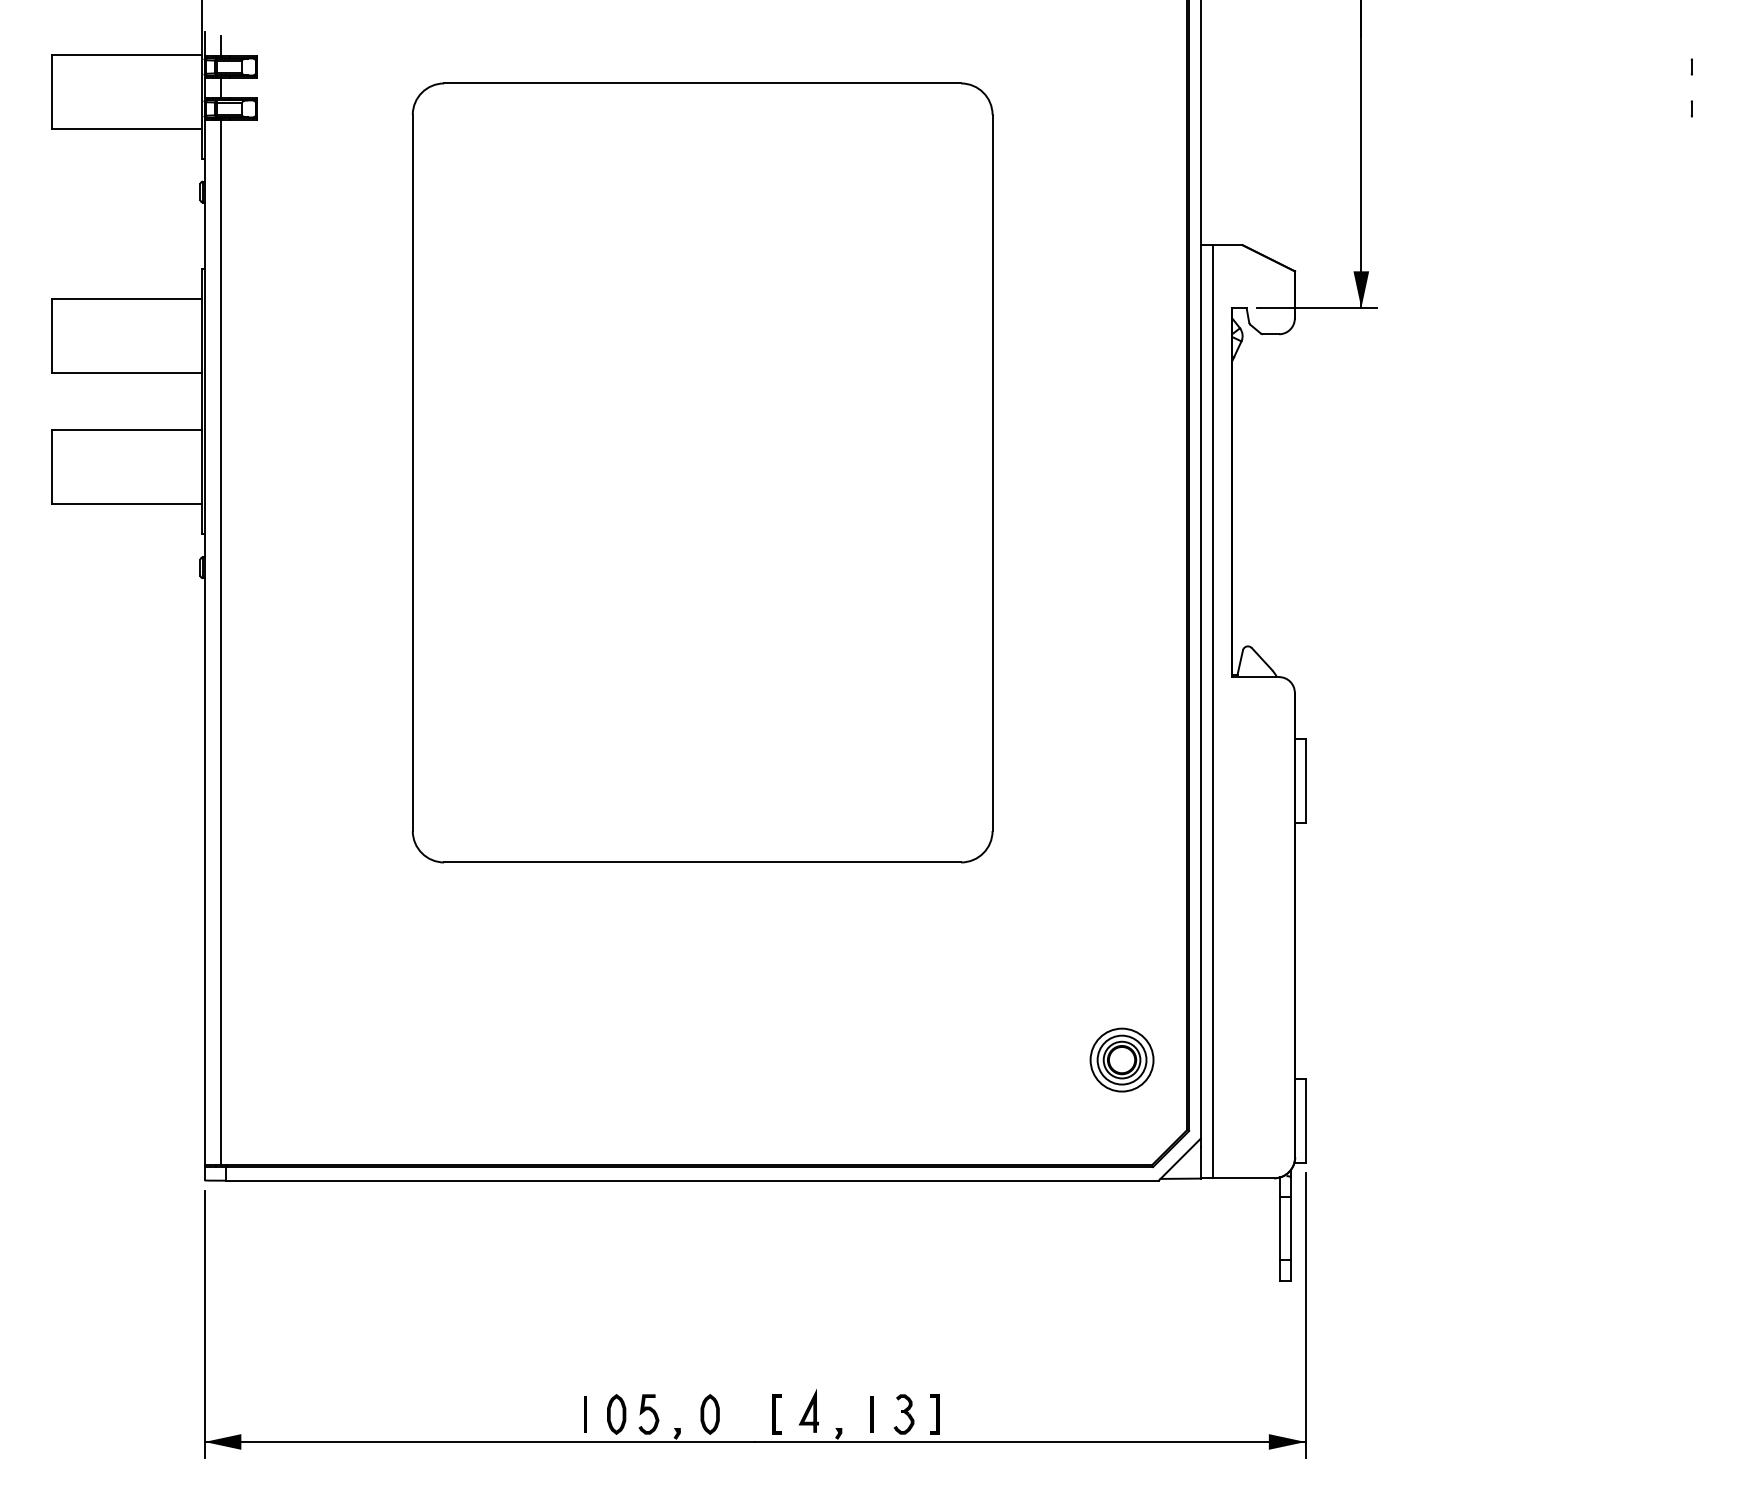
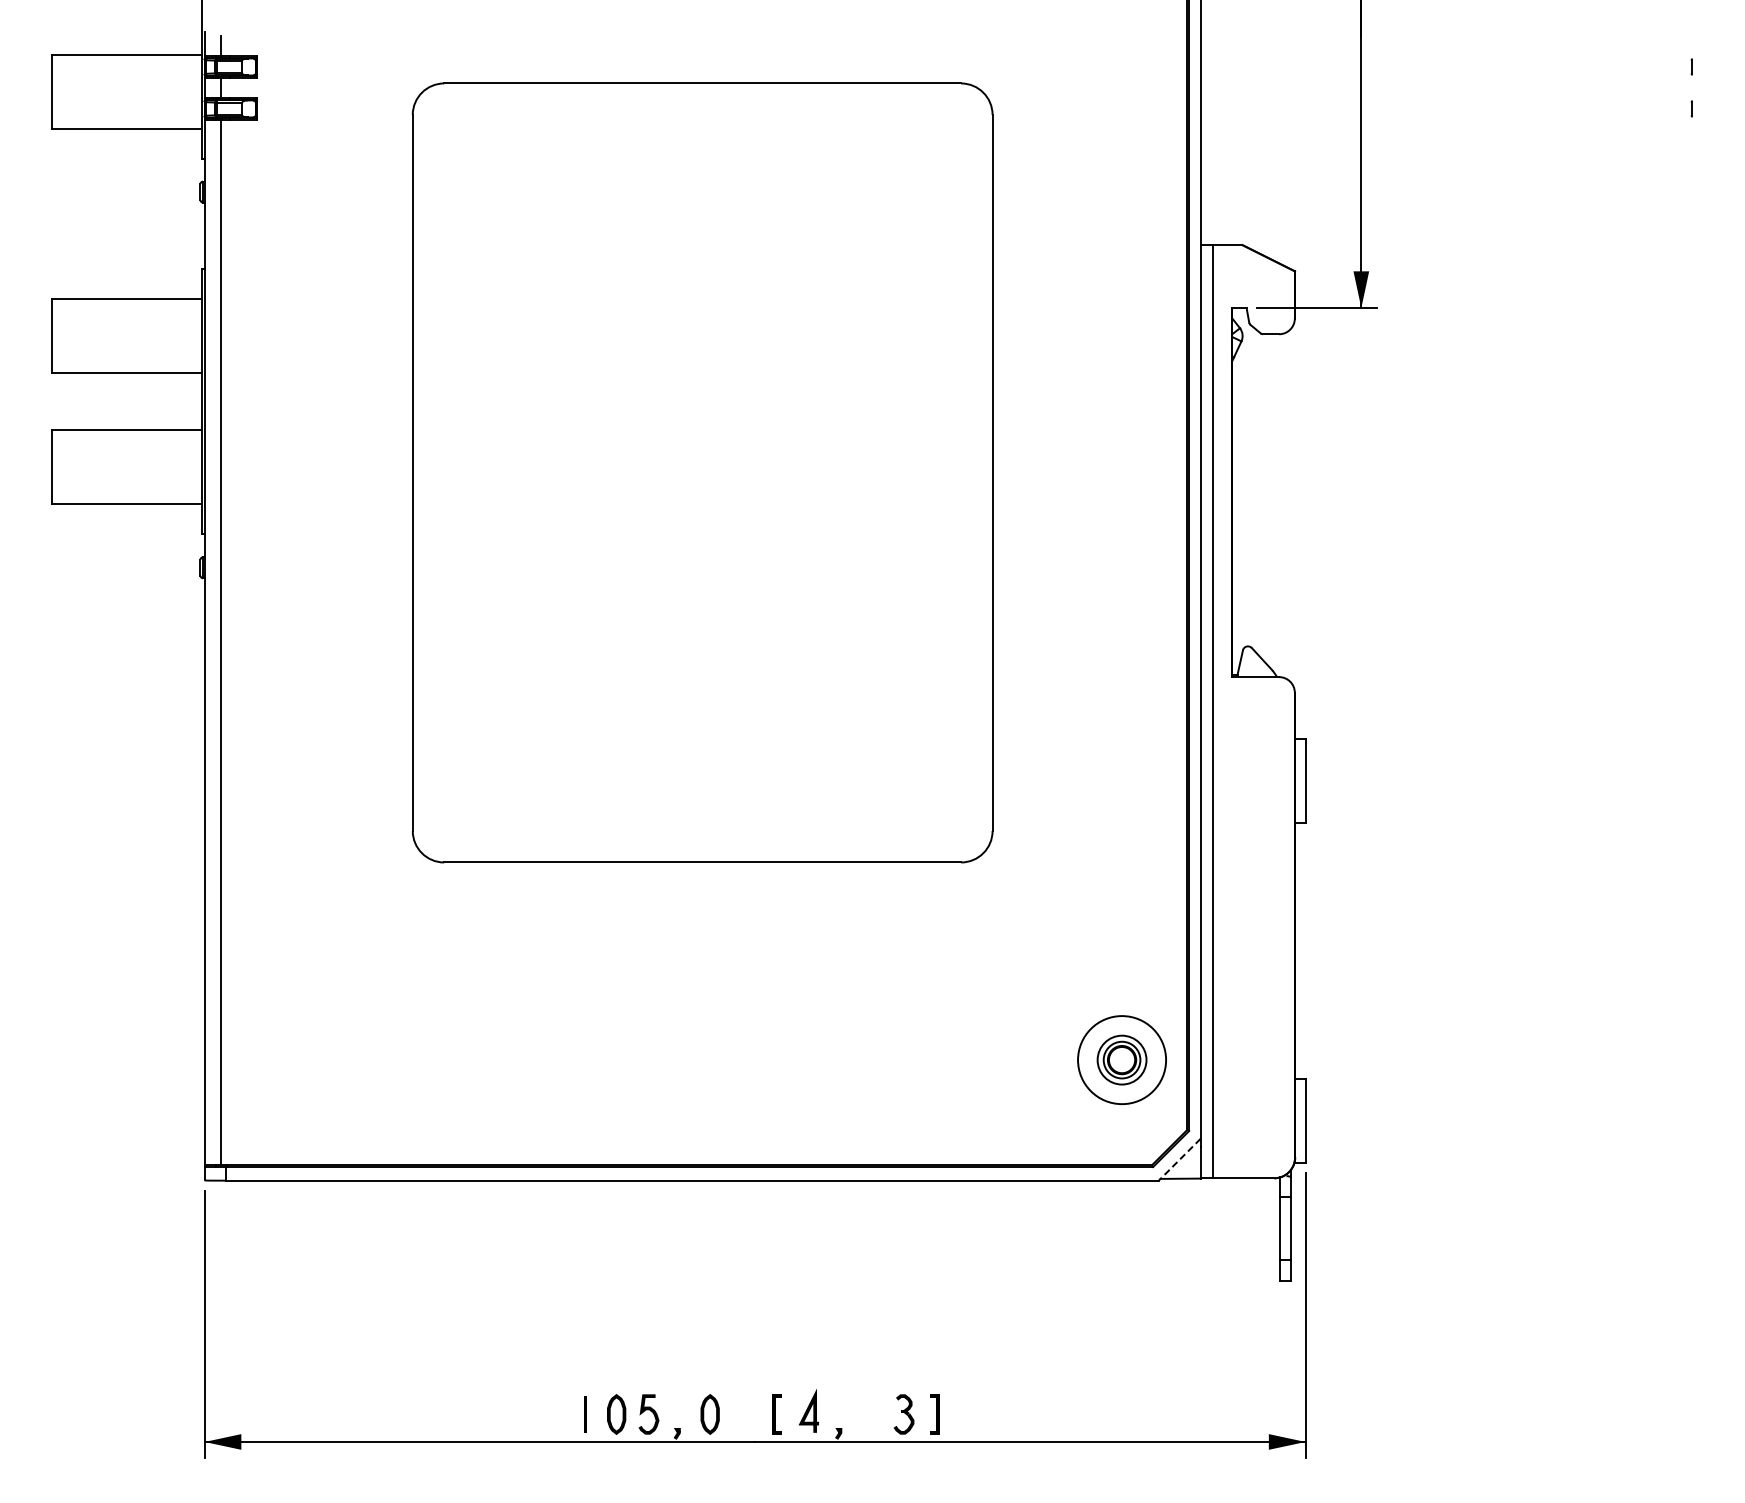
circle at (1121, 1059) diameter: 63 px -> 88 px
line at (1179, 1159): solid -> dashed
line at (871, 1414): present -> none
